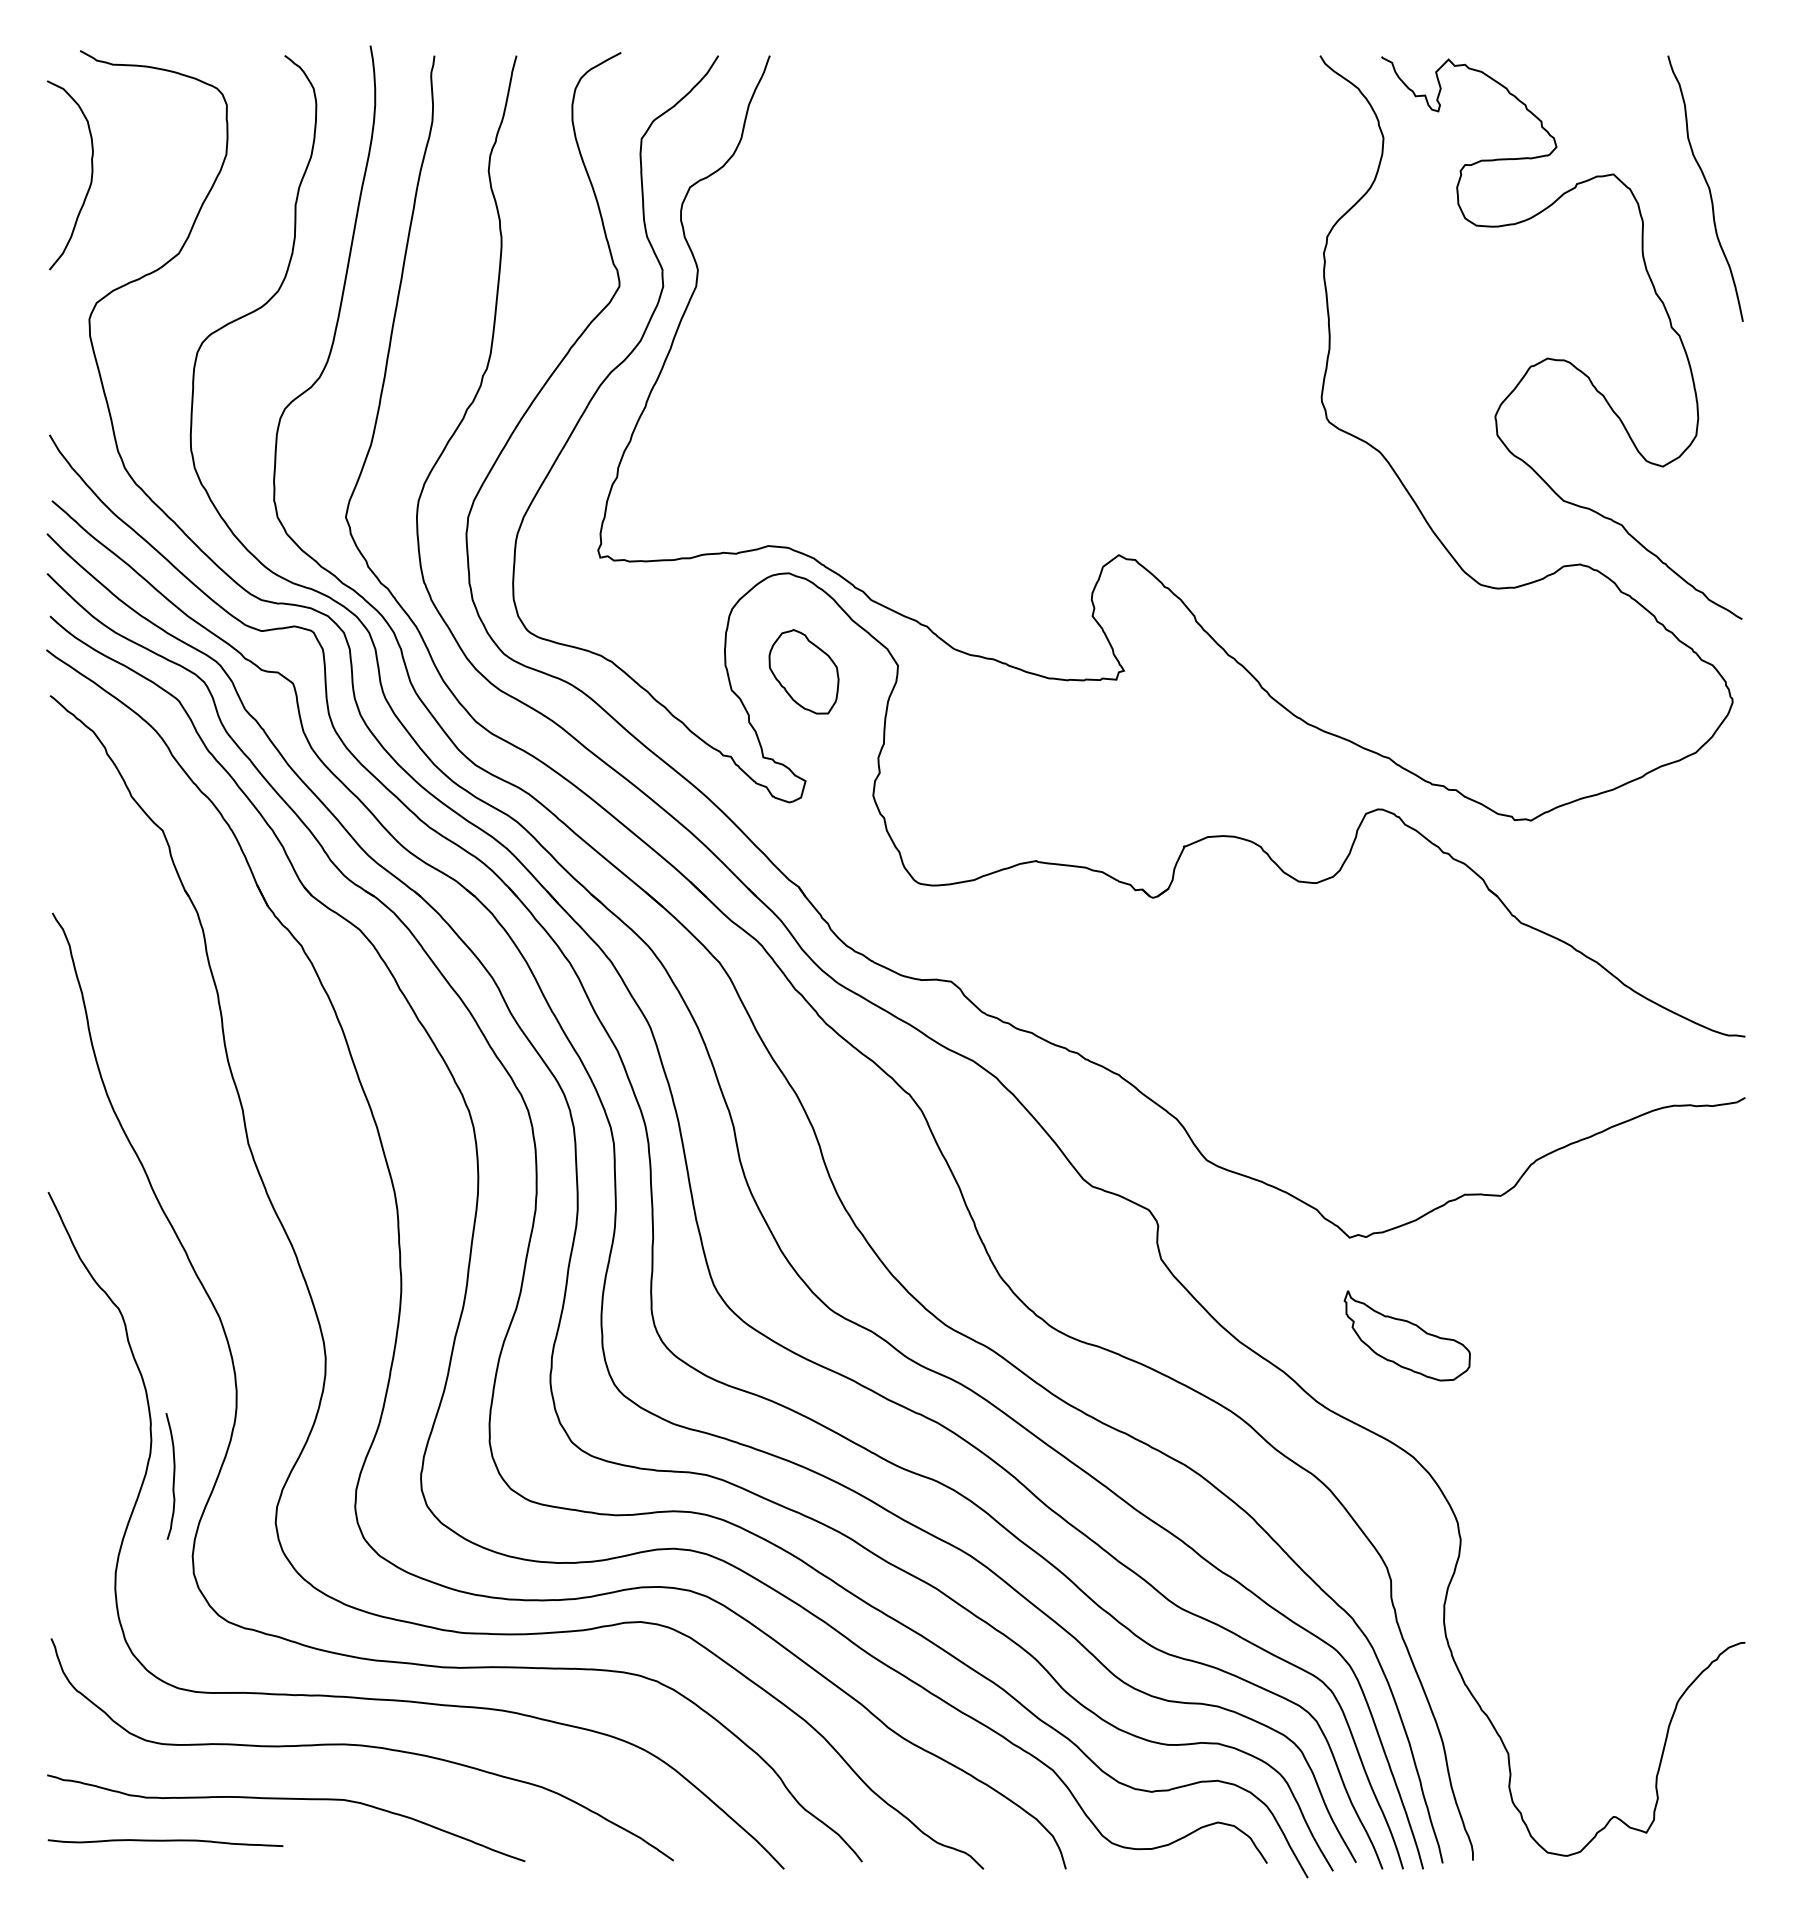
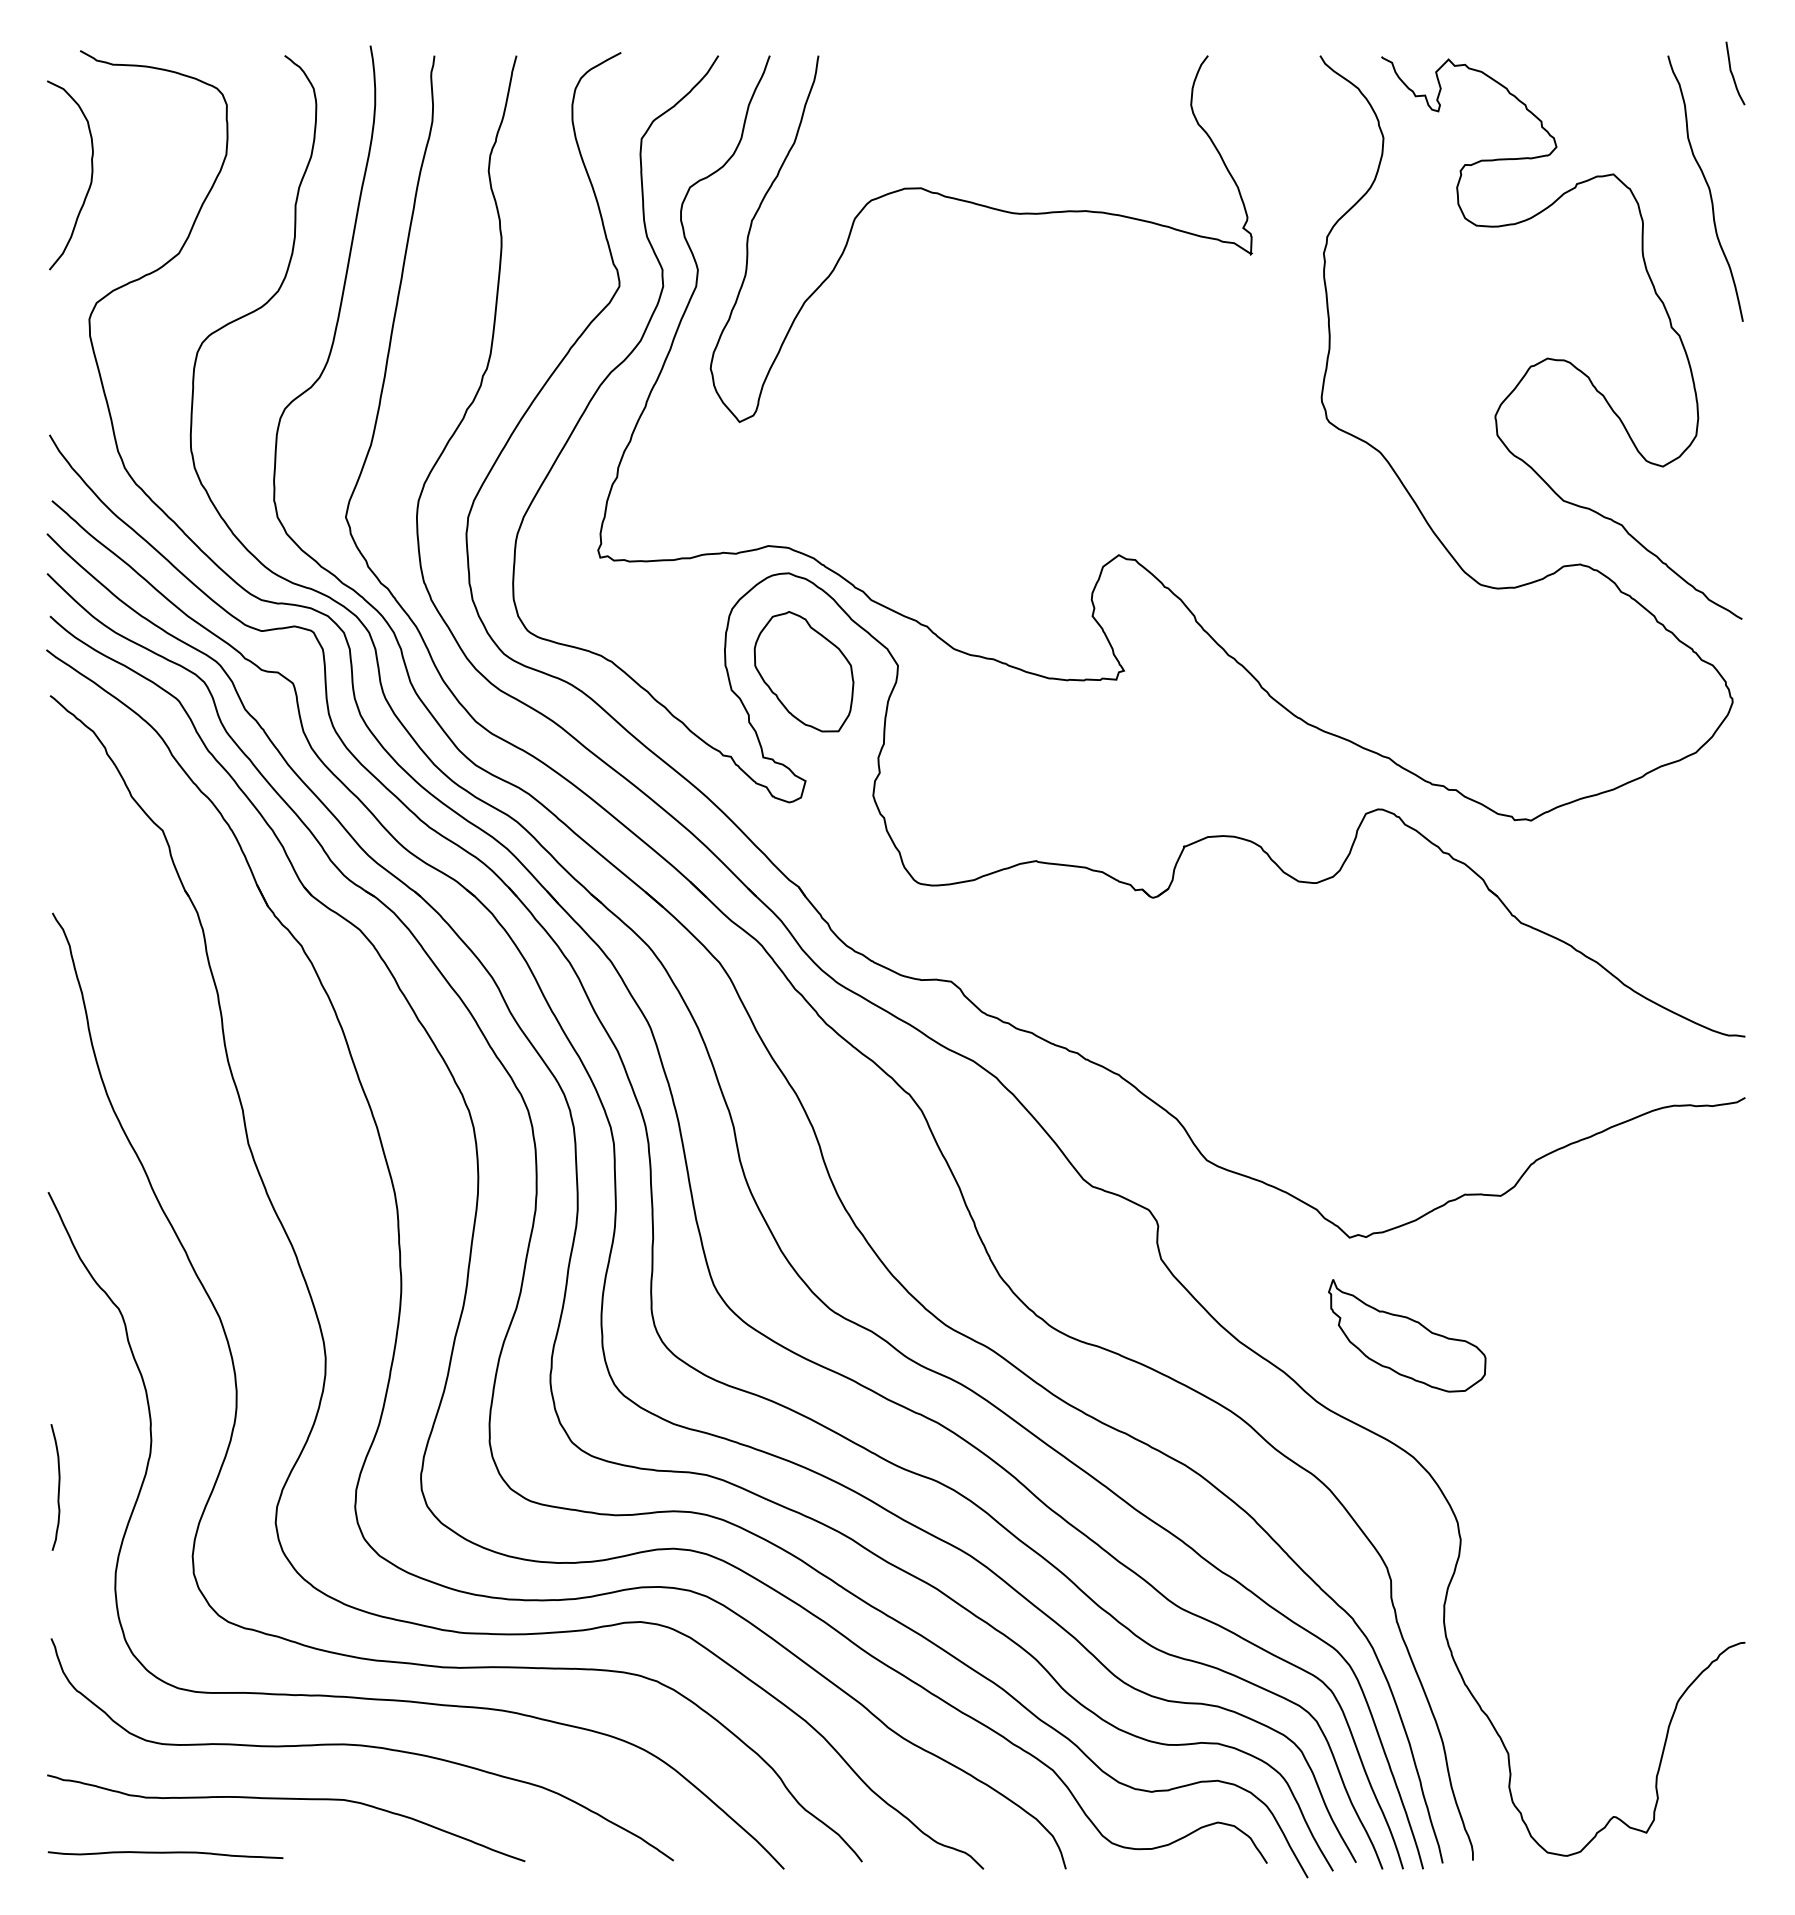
curve at (1733, 74): none -> present
curve at (991, 209): none -> present
part at (803, 671) size: 72x86 px -> 102x122 px
part at (1406, 1335) size: 128x92 px -> 159x114 px
curve at (173, 1476) position: (173, 1476) -> (58, 1487)
curve at (165, 1841) position: (165, 1841) -> (165, 1853)
